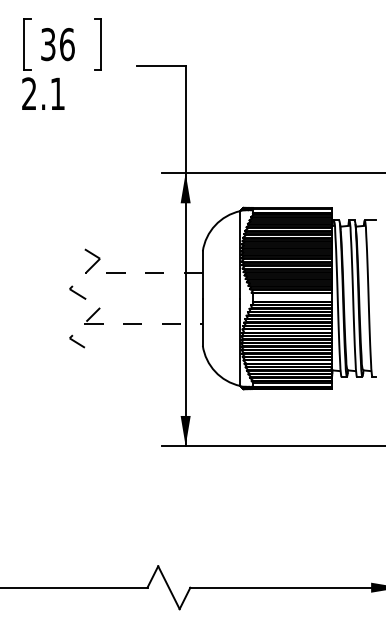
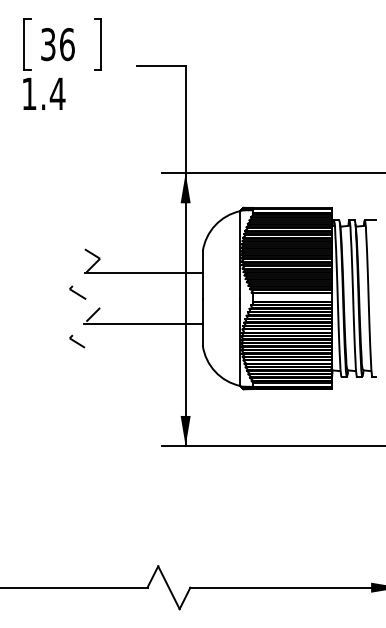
text at (43, 93): 2.1 -> 1.4
line at (144, 273): dashed -> solid
line at (144, 323): dashed -> solid
